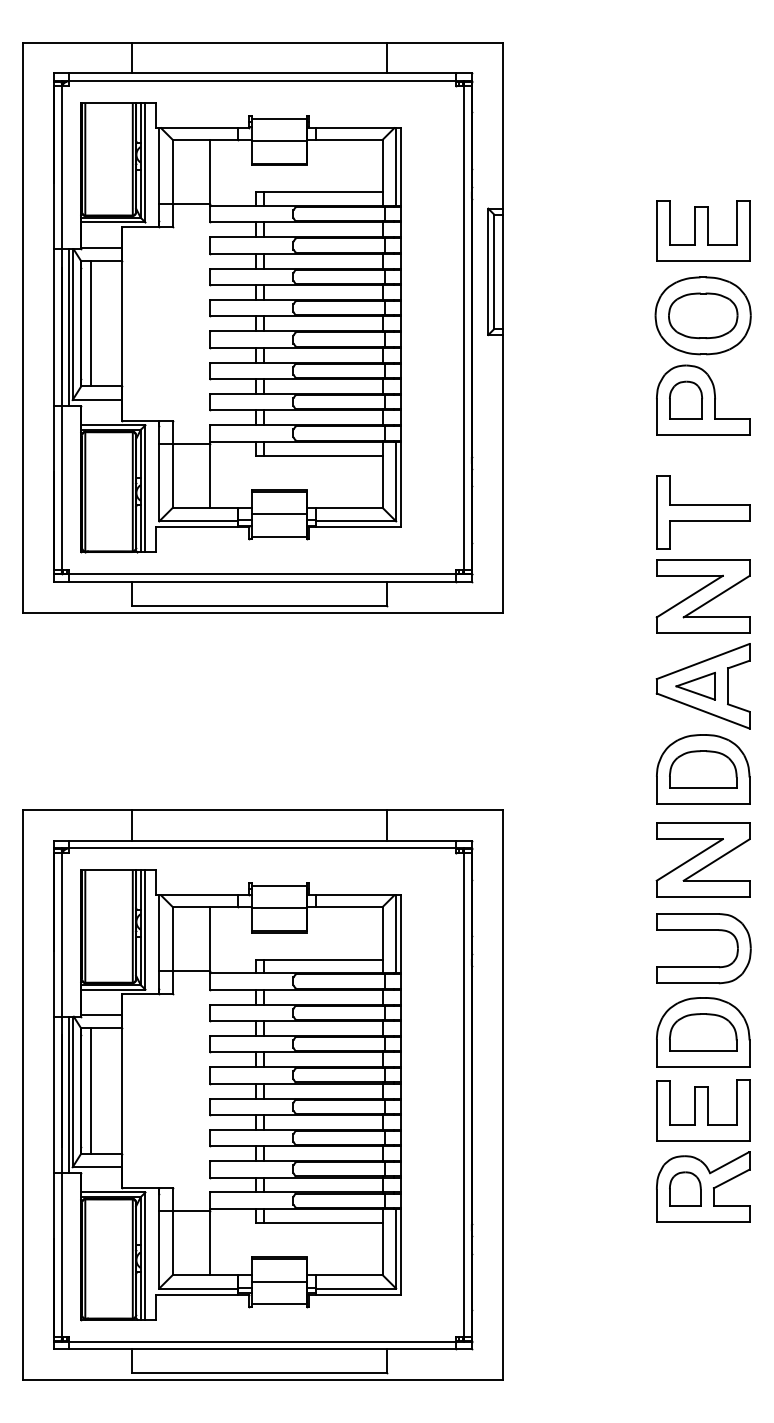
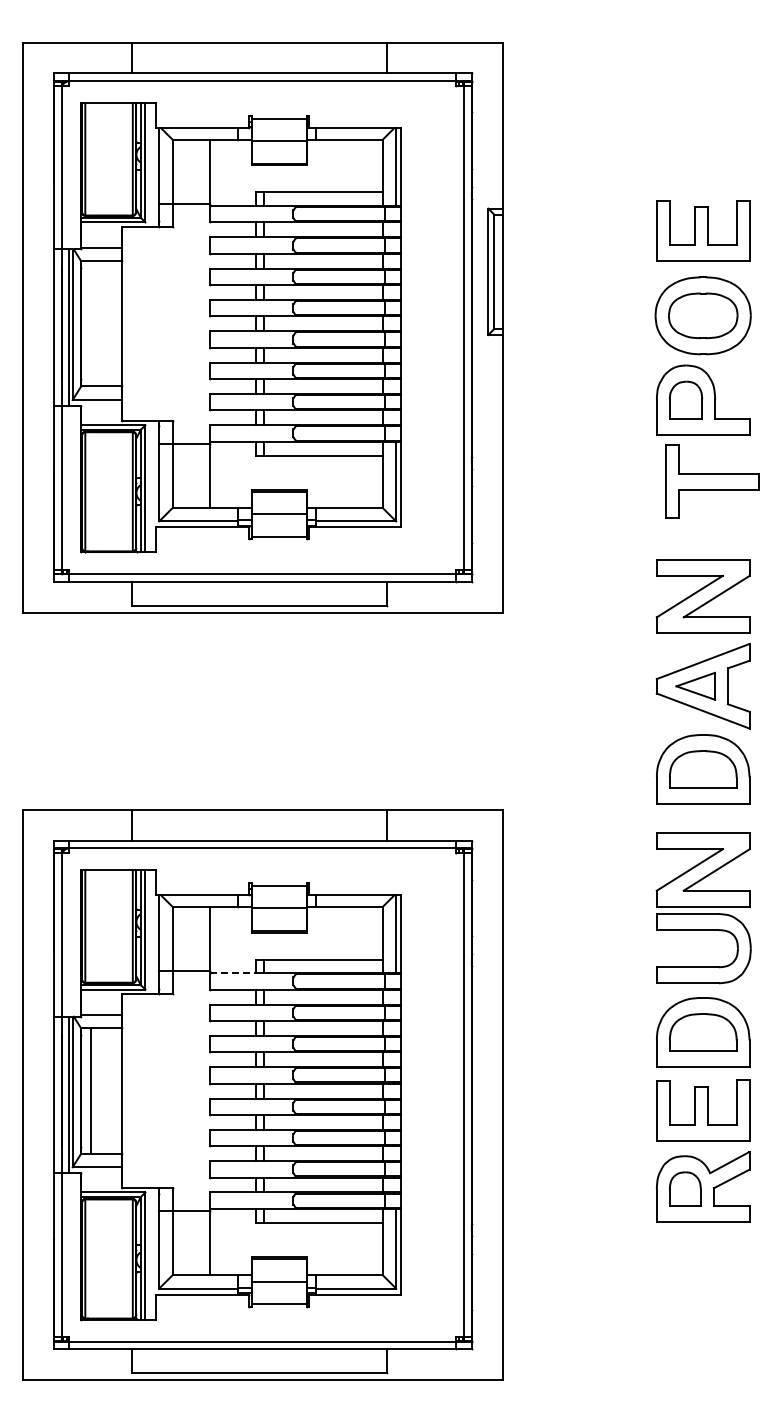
line at (90, 323): present -> none
part at (703, 512) position: (703, 512) -> (712, 481)
part at (702, 859) position: (702, 859) -> (702, 869)
line at (233, 973): solid -> dashed
